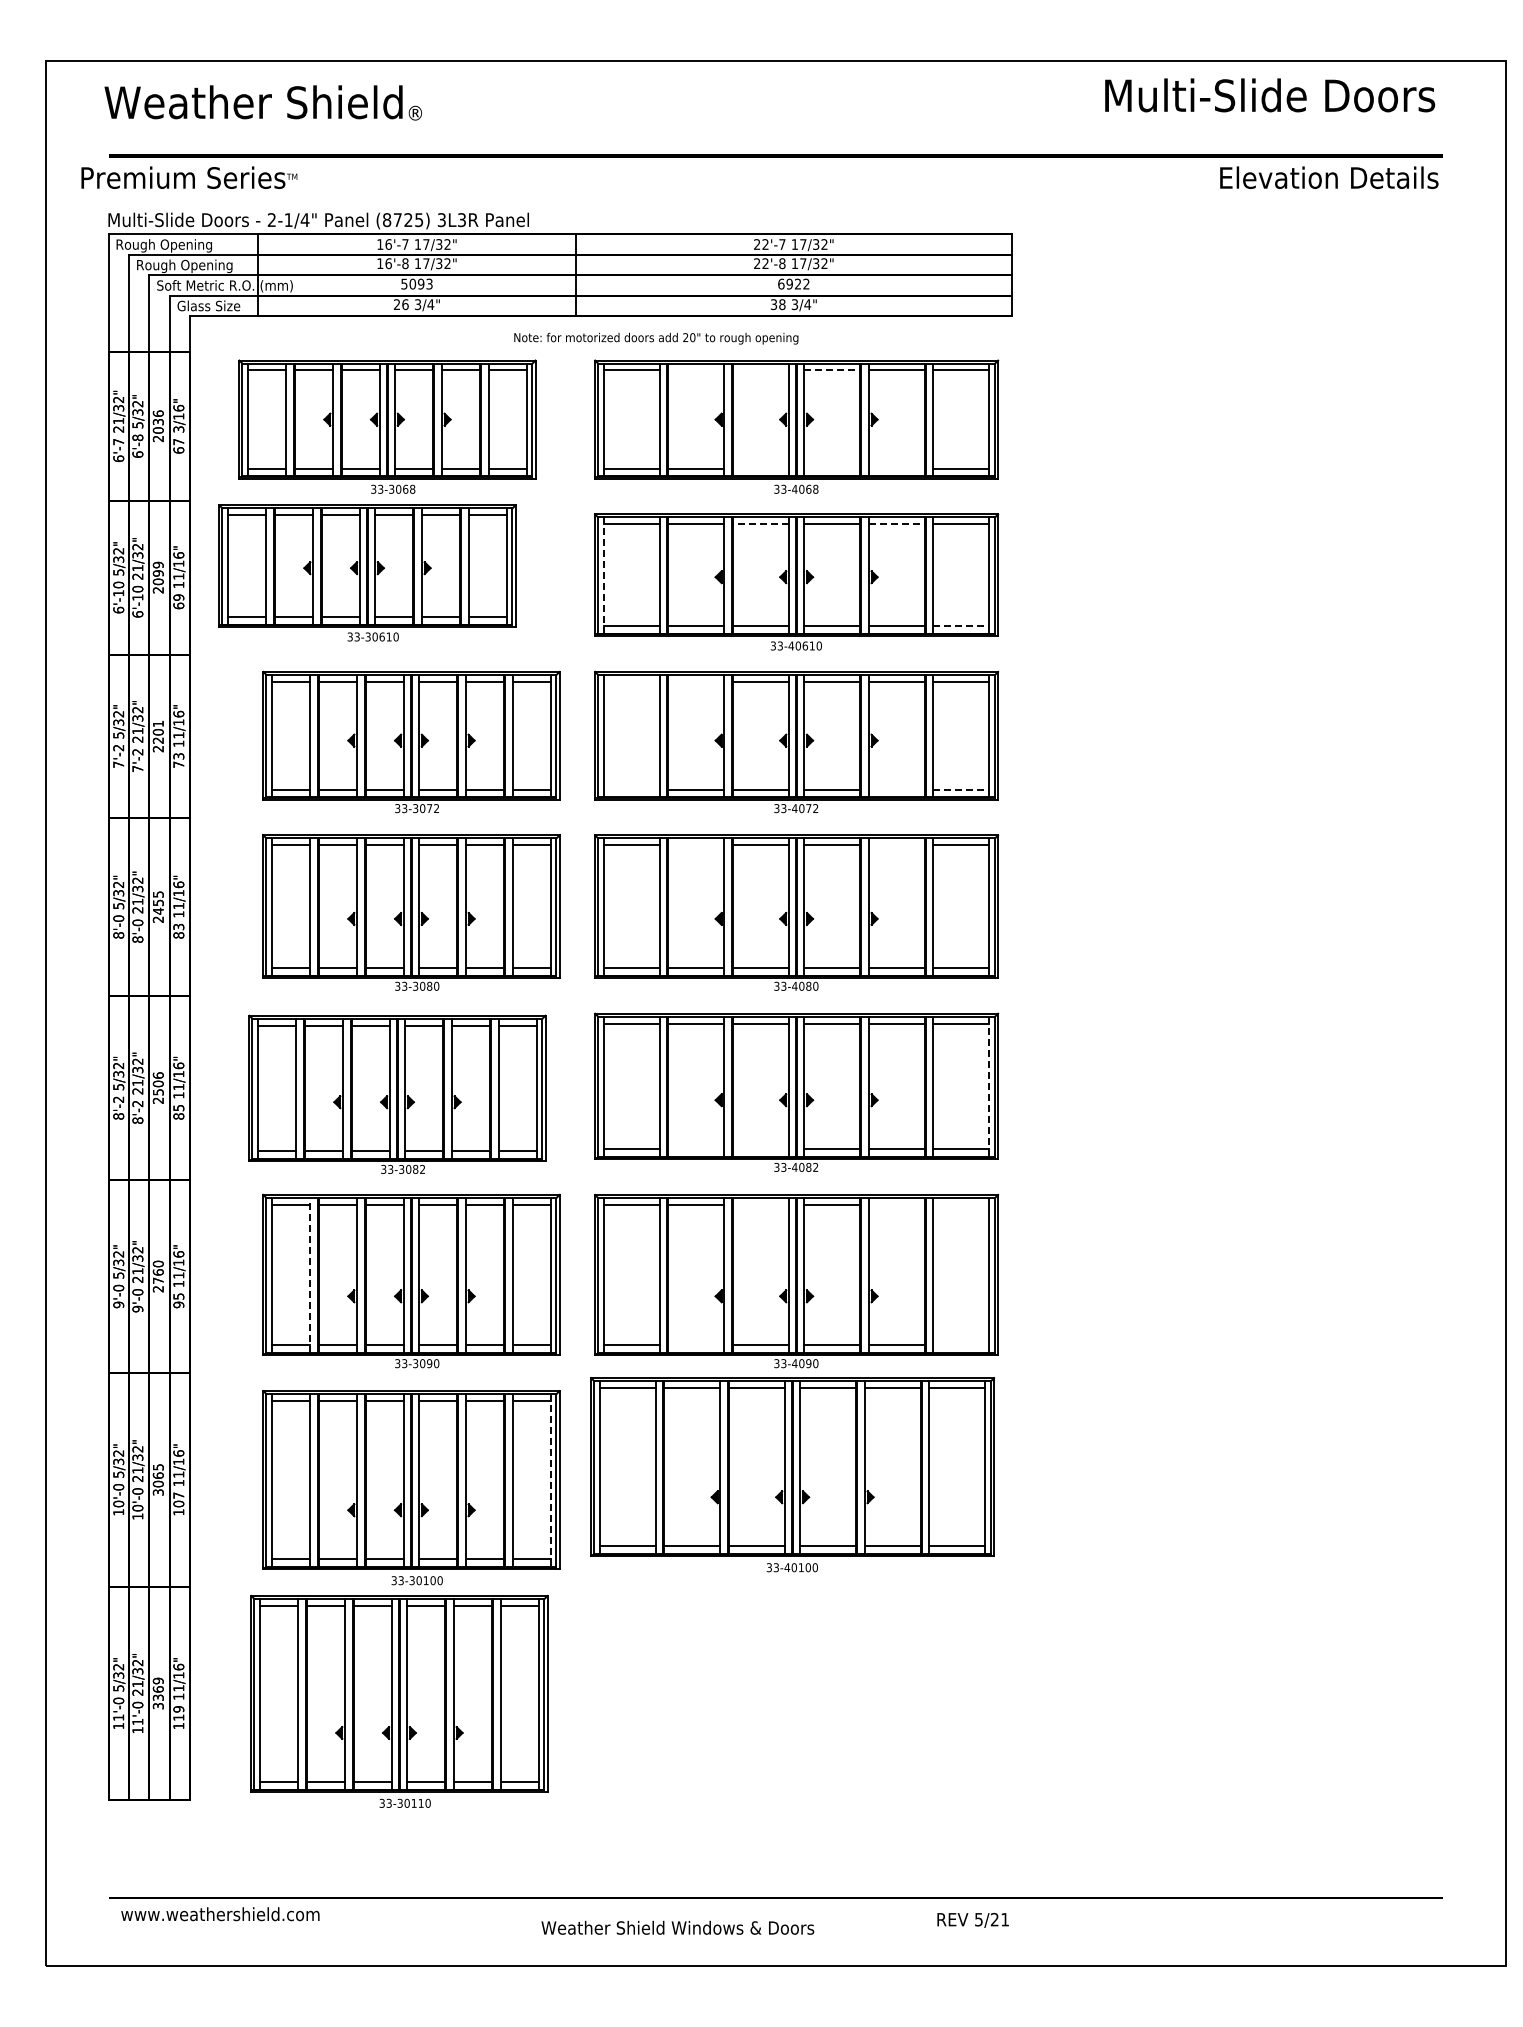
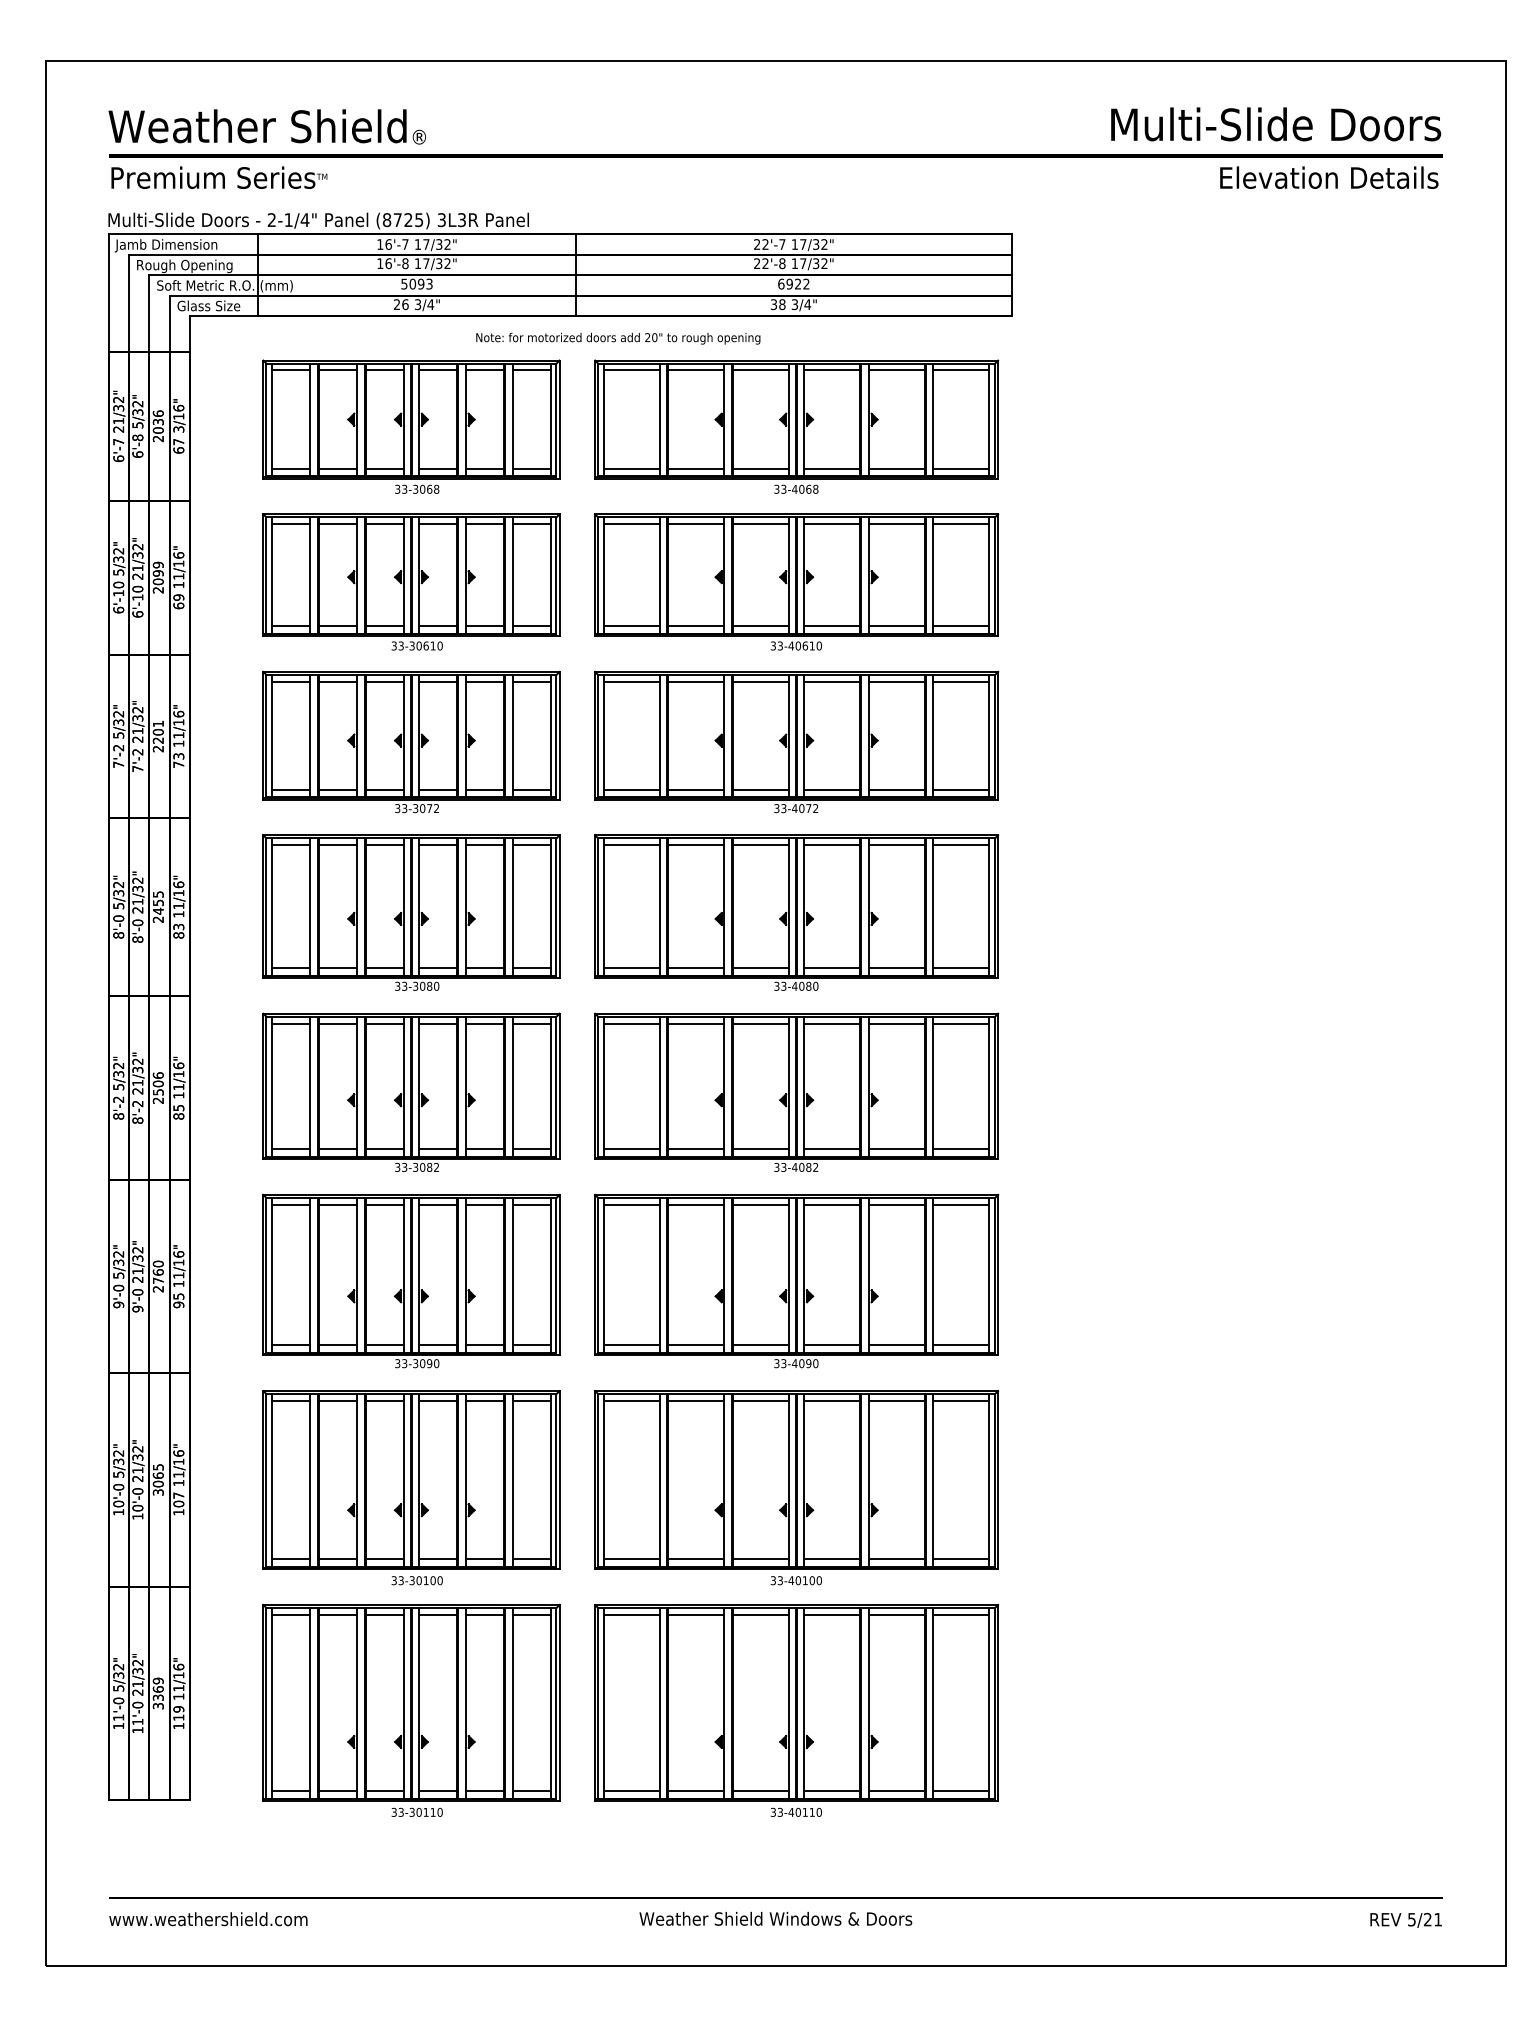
text at (1270, 95) position: (1270, 95) -> (1276, 124)
text at (262, 102) position: (262, 102) -> (266, 126)
text at (189, 177) position: (189, 177) -> (219, 177)
text at (165, 245): Rough Opening -> Jamb Dimension
text at (656, 338) position: (656, 338) -> (618, 338)
line at (696, 370): none -> present
line at (760, 370): none -> present
line at (832, 370): dashed -> solid
part at (387, 426) position: (387, 426) -> (411, 426)
line at (760, 468): none -> present
line at (832, 468): none -> present
line at (896, 468): none -> present
line at (760, 524): dashed -> solid
line at (897, 524): dashed -> solid
part at (367, 572) position: (367, 572) -> (411, 581)
line at (603, 576): dashed -> solid
line at (961, 626): dashed -> solid
line at (631, 681): none -> present
line at (696, 681): none -> present
line at (631, 789): none -> present
line at (896, 789): none -> present
line at (961, 789): dashed -> solid
line at (696, 845): none -> present
line at (896, 845): none -> present
line at (989, 1087): dashed -> solid
part at (397, 1093) position: (397, 1093) -> (411, 1091)
line at (696, 1149): none -> present
line at (760, 1149): none -> present
line at (760, 1204): none -> present
line at (896, 1204): none -> present
line at (961, 1204): none -> present
line at (310, 1274): dashed -> solid
line at (696, 1345): none -> present
line at (961, 1345): none -> present
part at (792, 1474) position: (792, 1474) -> (796, 1487)
line at (550, 1480): dashed -> solid
part at (399, 1701) position: (399, 1701) -> (411, 1710)
part at (796, 1710): none -> present
text at (220, 1914) position: (220, 1914) -> (208, 1919)
text at (972, 1919) position: (972, 1919) -> (1405, 1919)
text at (677, 1927) position: (677, 1927) -> (775, 1918)
